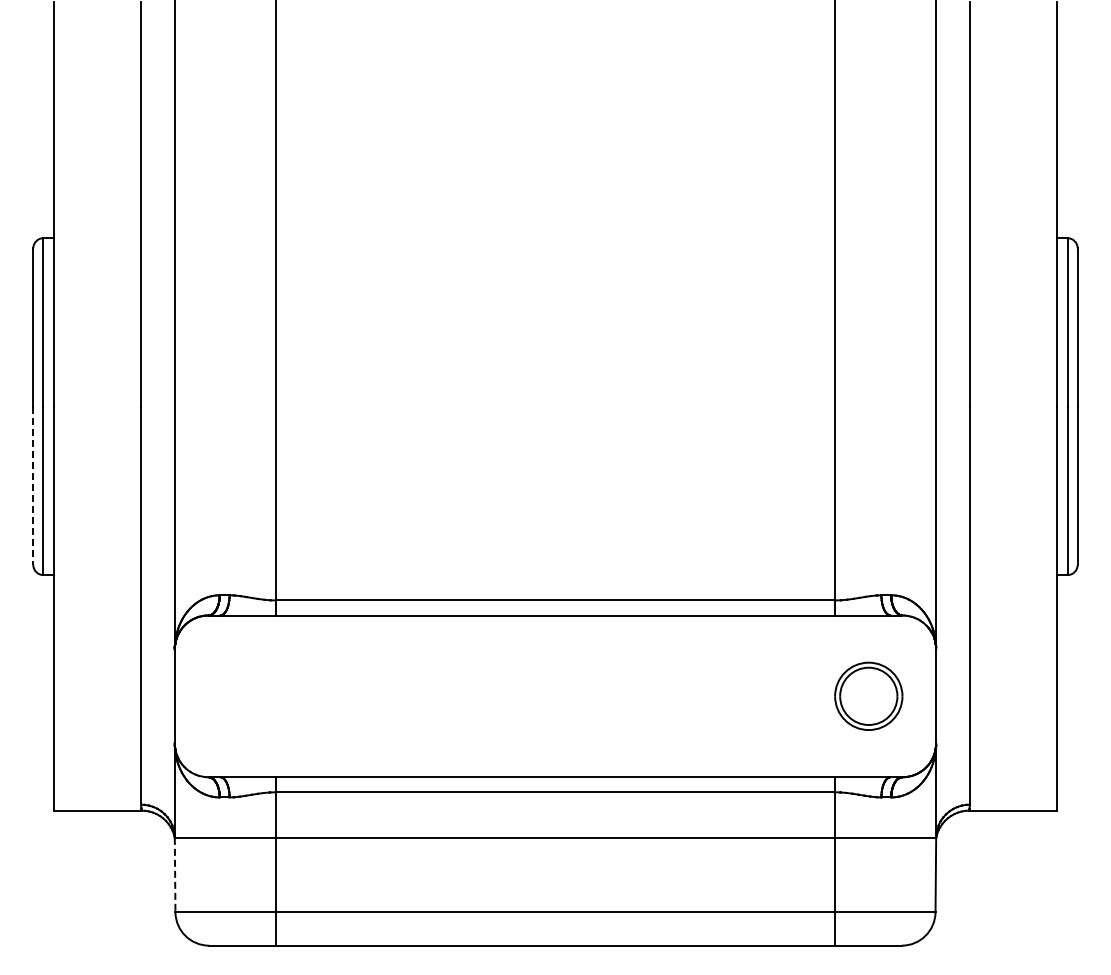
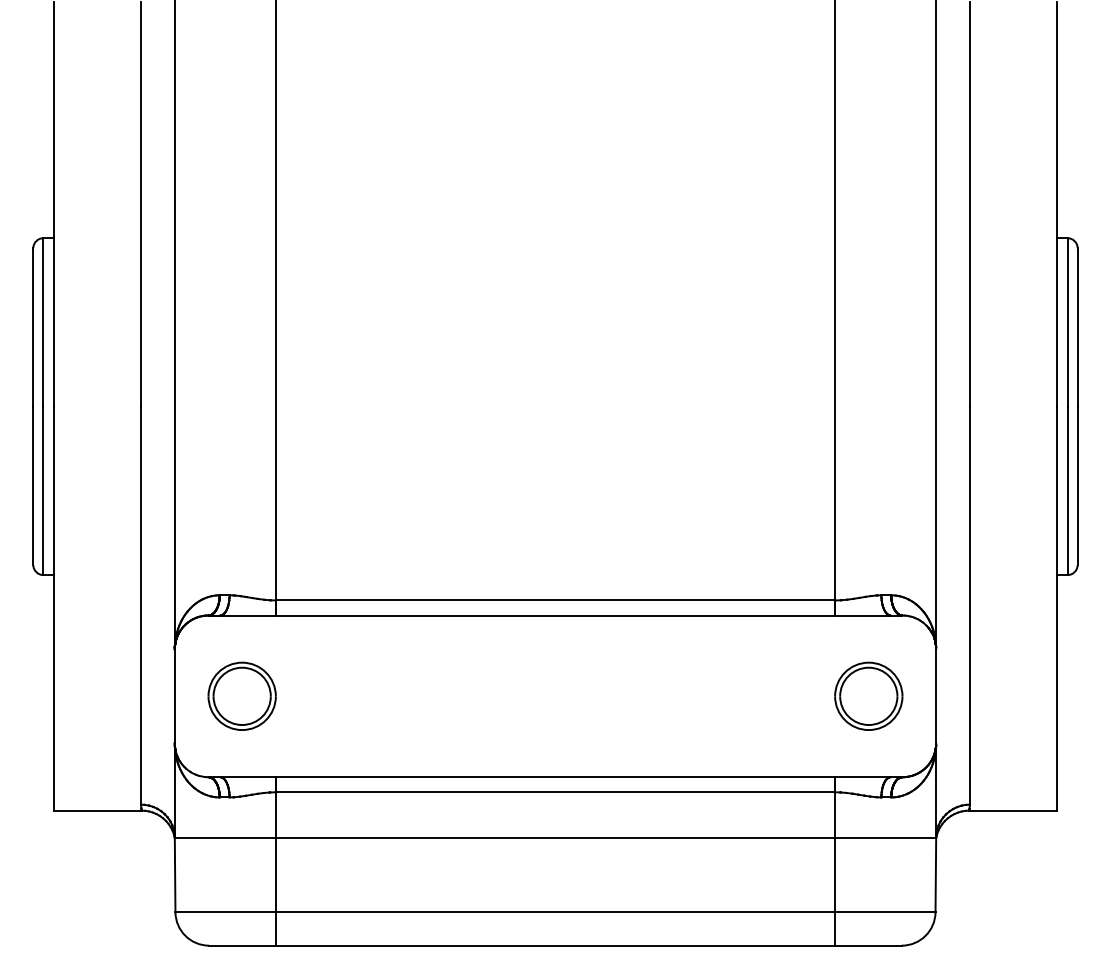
line at (33, 486): dashed -> solid
part at (241, 695): none -> present
line at (175, 875): dashed -> solid
